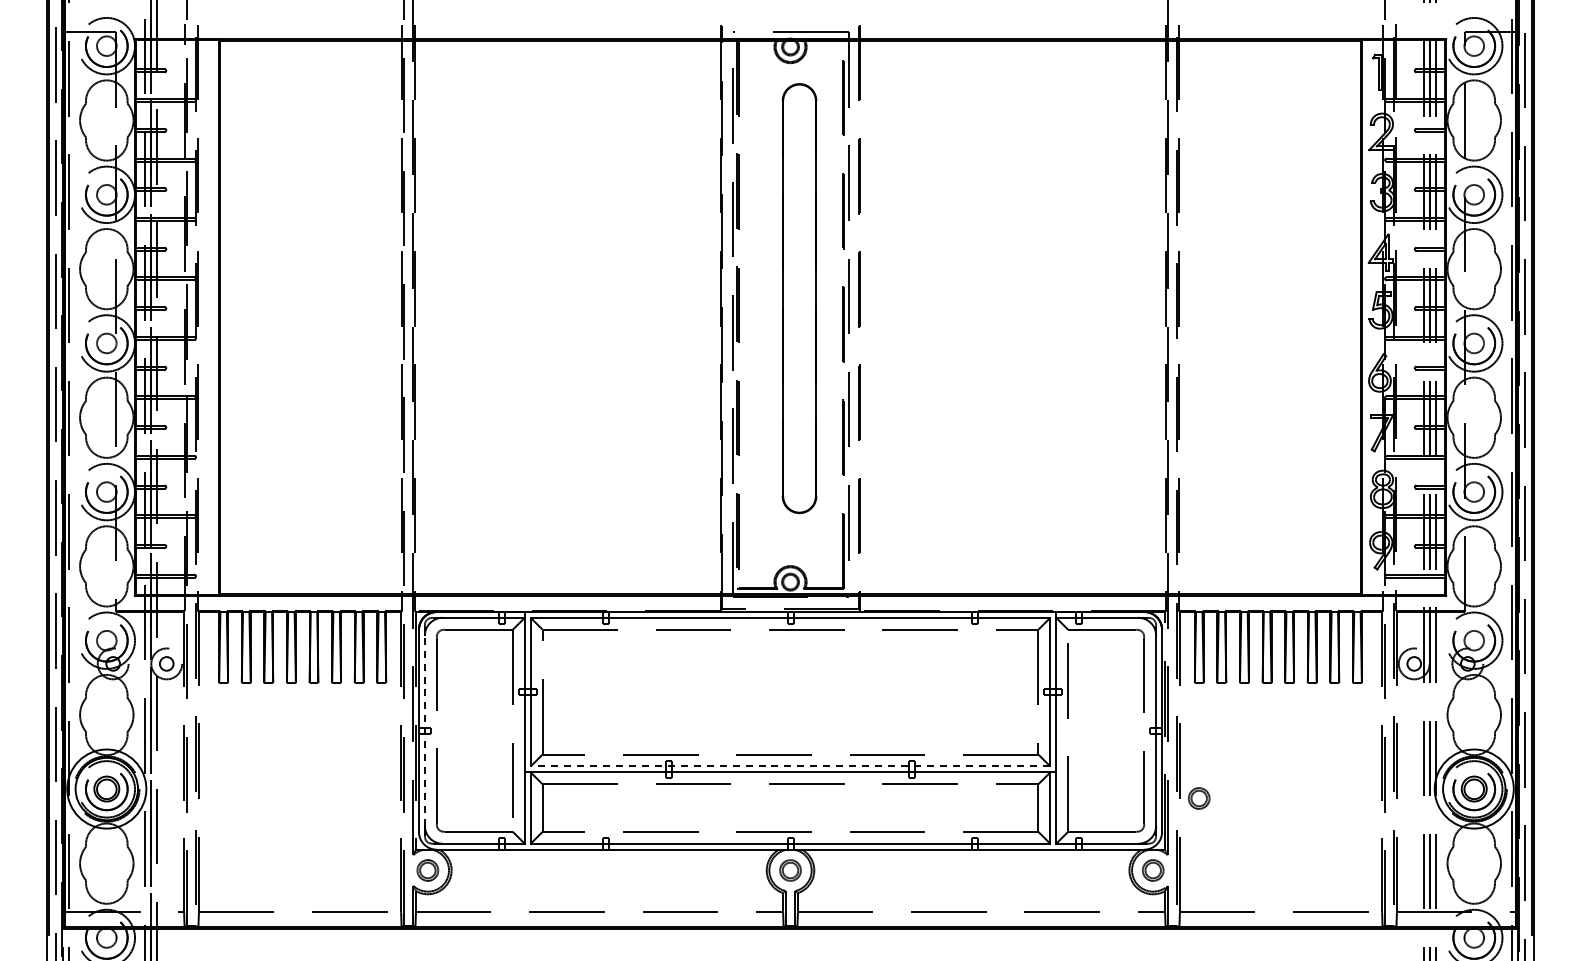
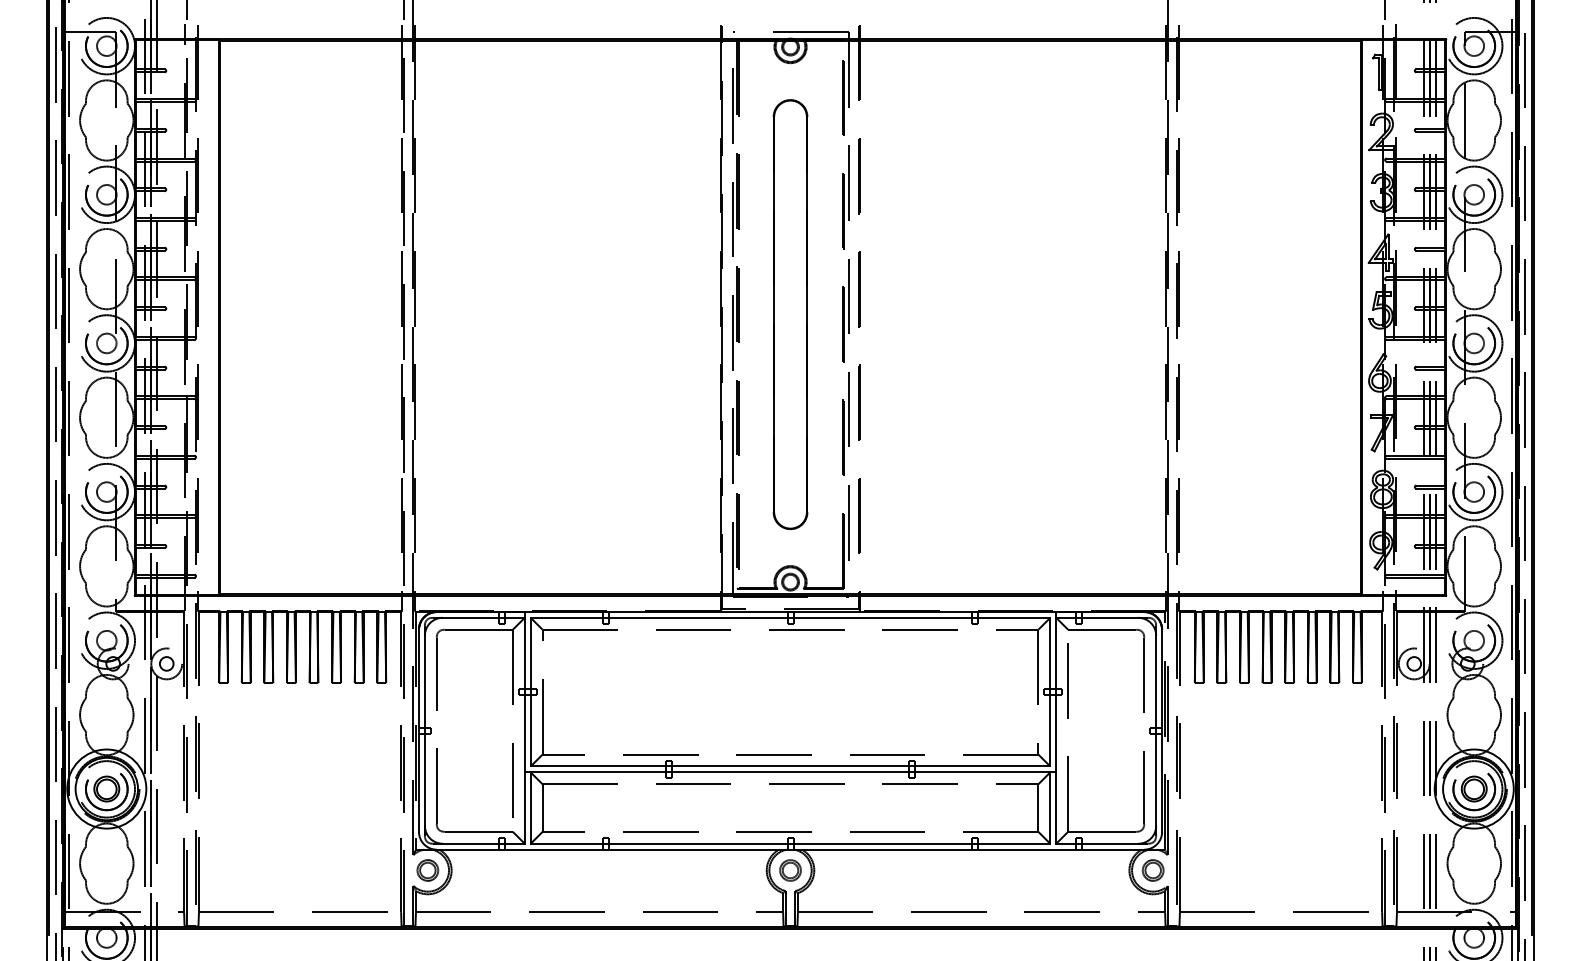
part at (799, 298) position: (799, 298) -> (790, 314)
line at (424, 730): dashed -> solid
line at (790, 766): dashed -> solid
part at (1198, 798): present -> none
